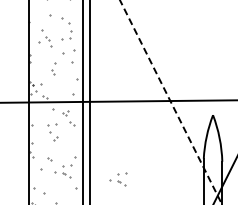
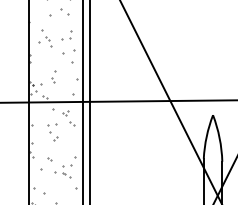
part at (65, 20) position: (65, 20) -> (64, 11)
part at (53, 68) position: (53, 68) -> (53, 76)
line at (171, 102): dashed -> solid
part at (118, 179): present -> none
